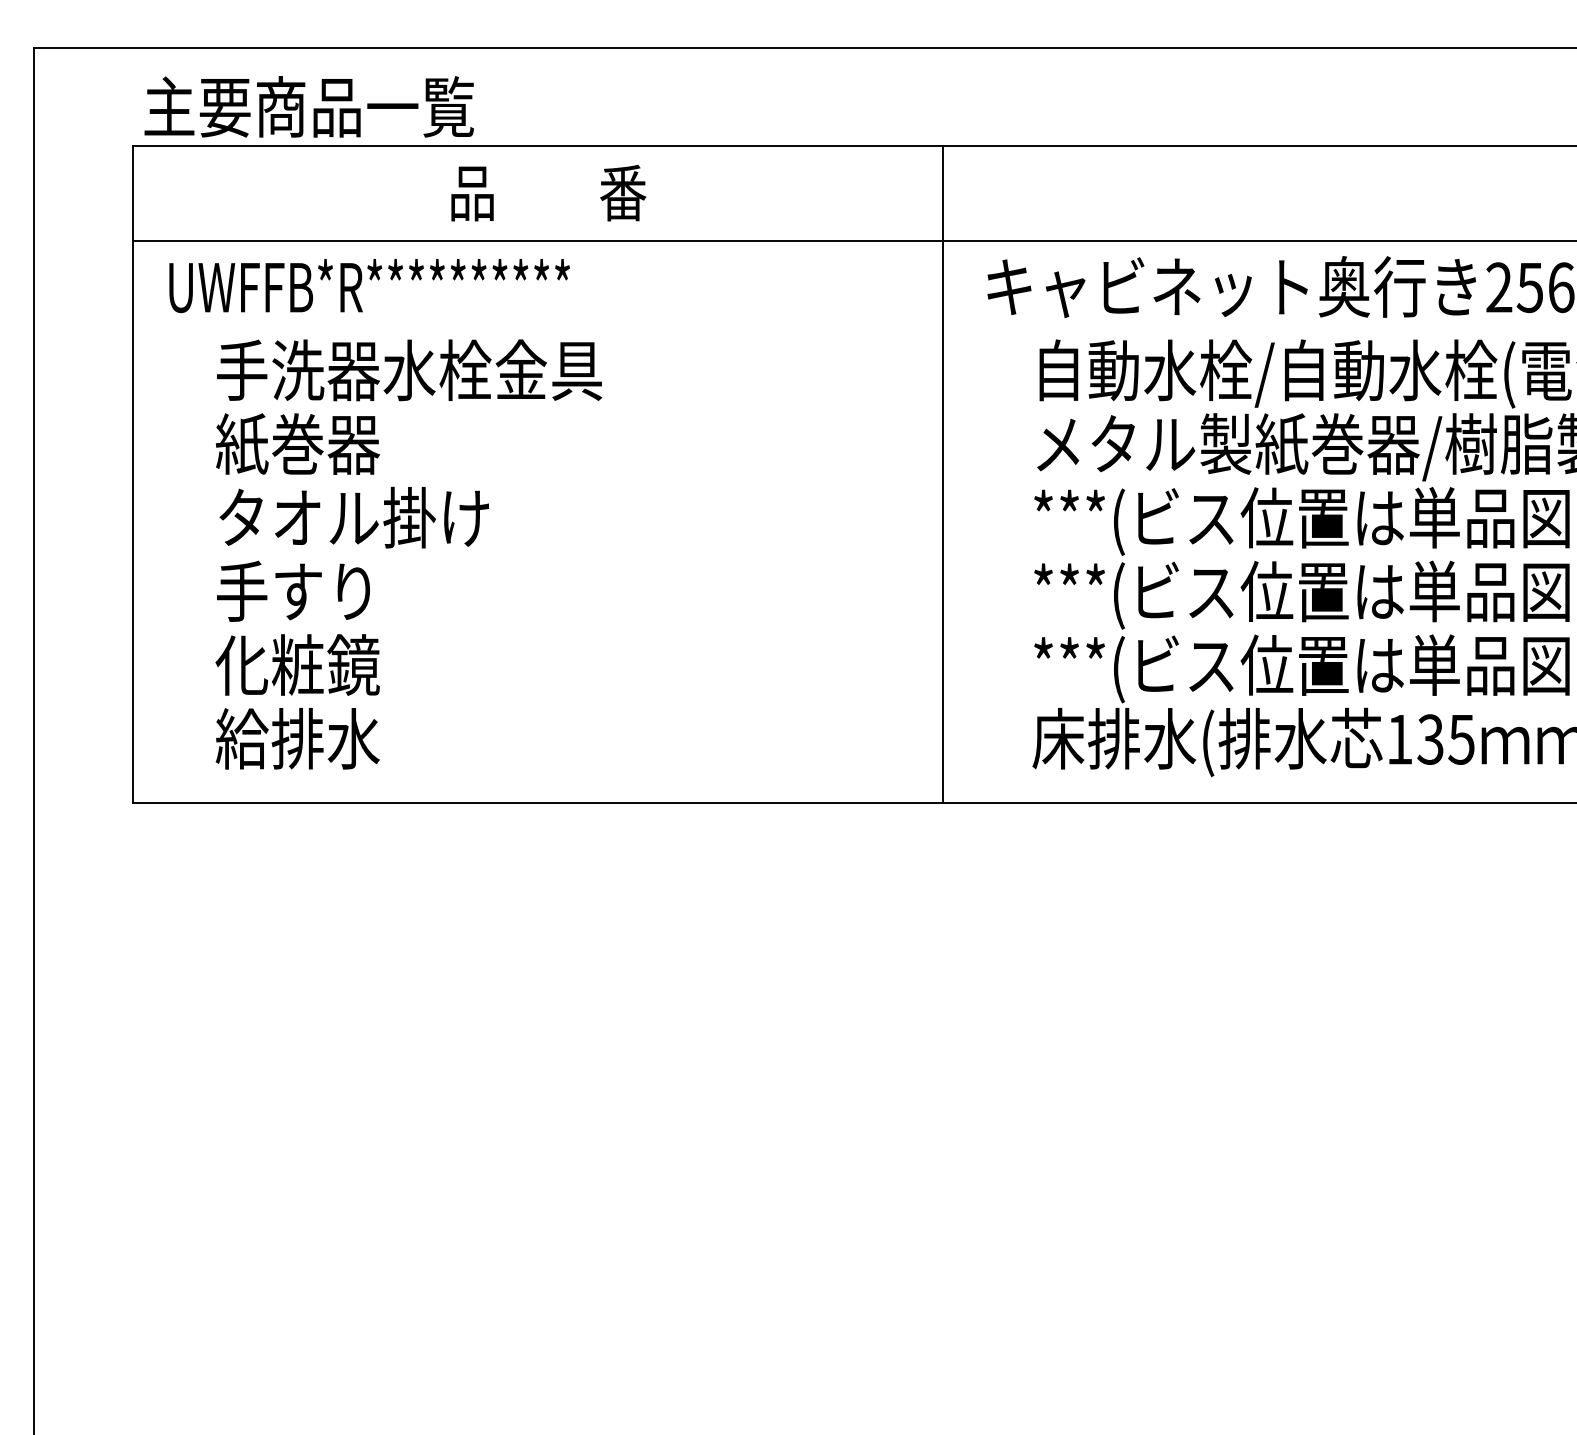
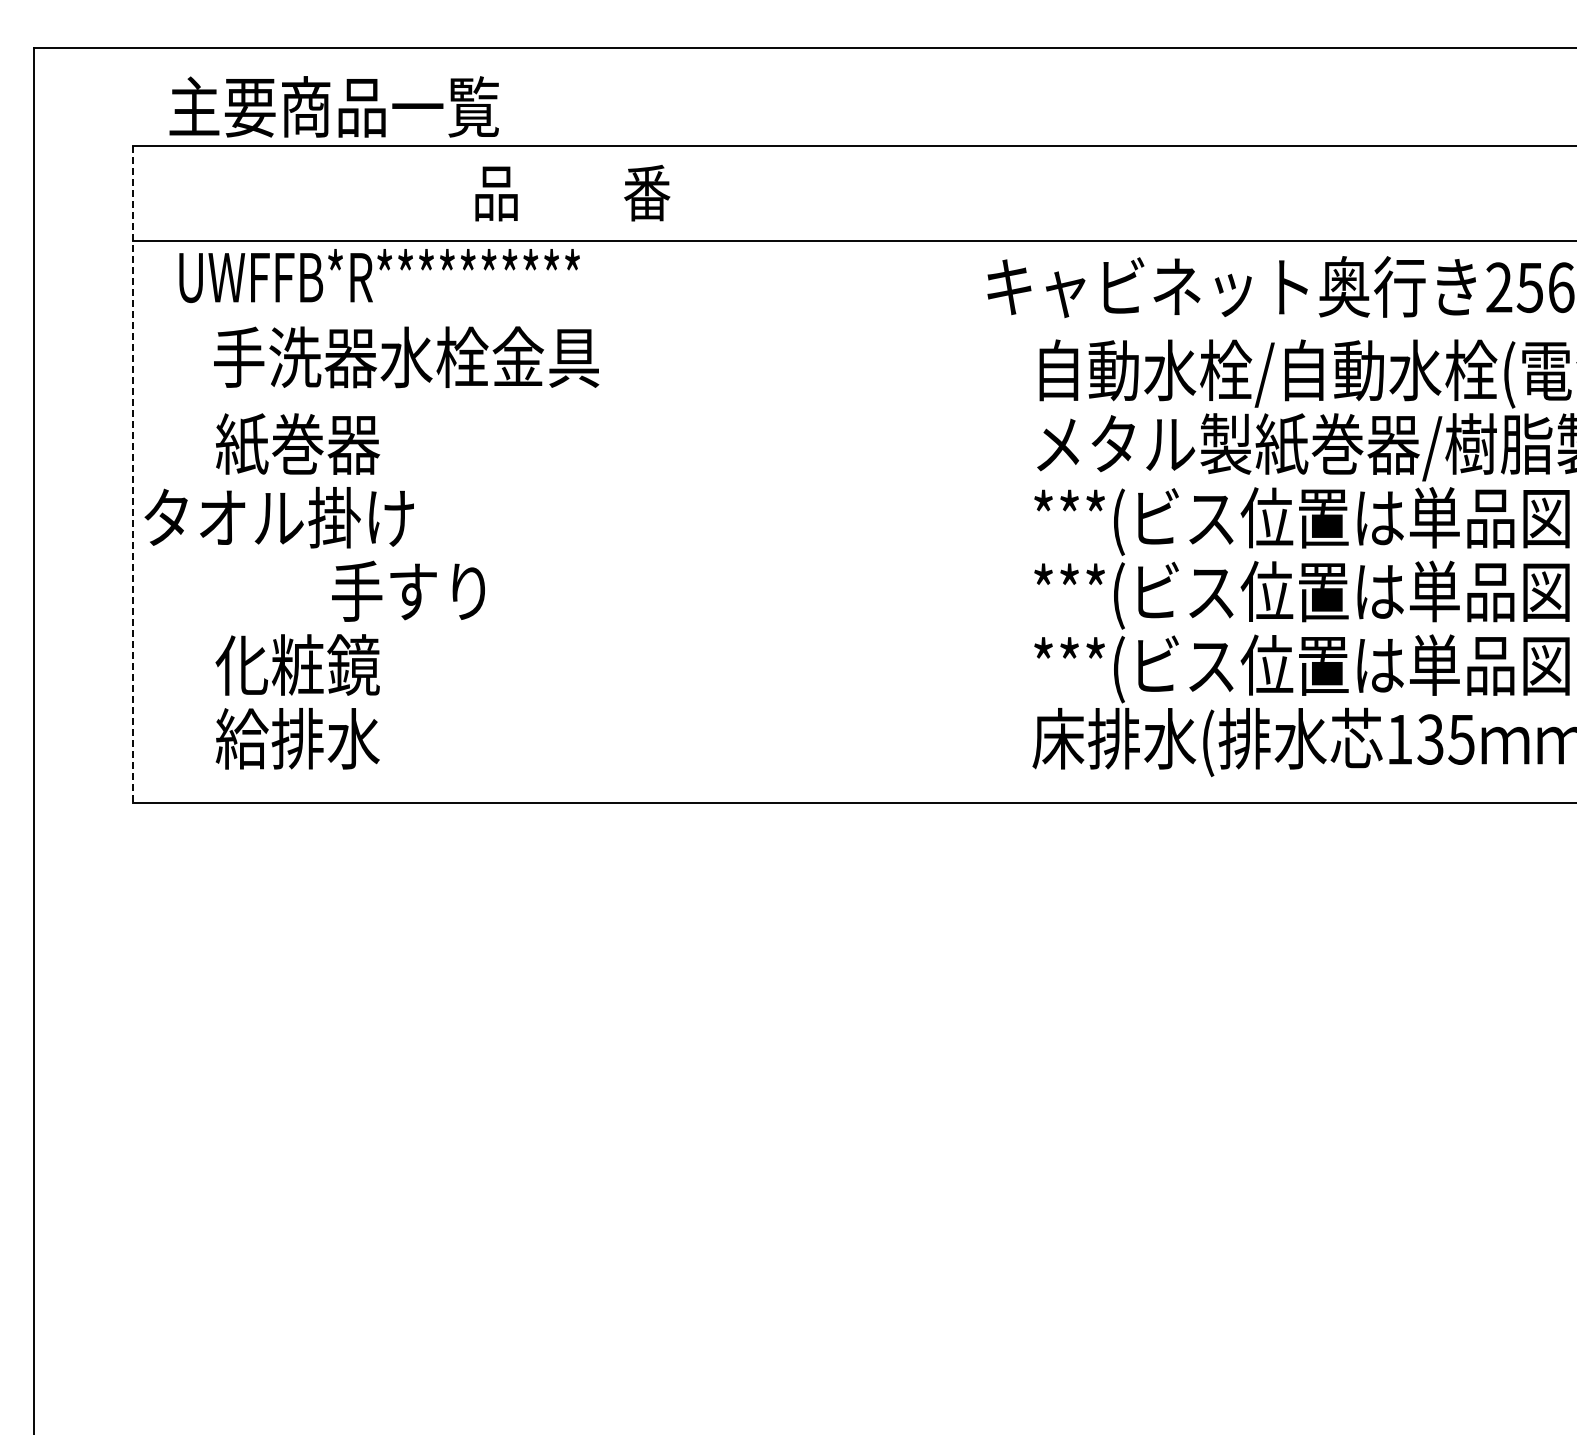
text at (308, 106) position: (308, 106) -> (333, 106)
text at (548, 193) position: (548, 193) -> (572, 193)
text at (369, 286) position: (369, 286) -> (379, 276)
text at (409, 370) position: (409, 370) -> (406, 357)
line at (943, 474): present -> none
line at (132, 475): solid -> dashed
text at (353, 517) position: (353, 517) -> (278, 517)
text at (293, 590) position: (293, 590) -> (408, 590)
